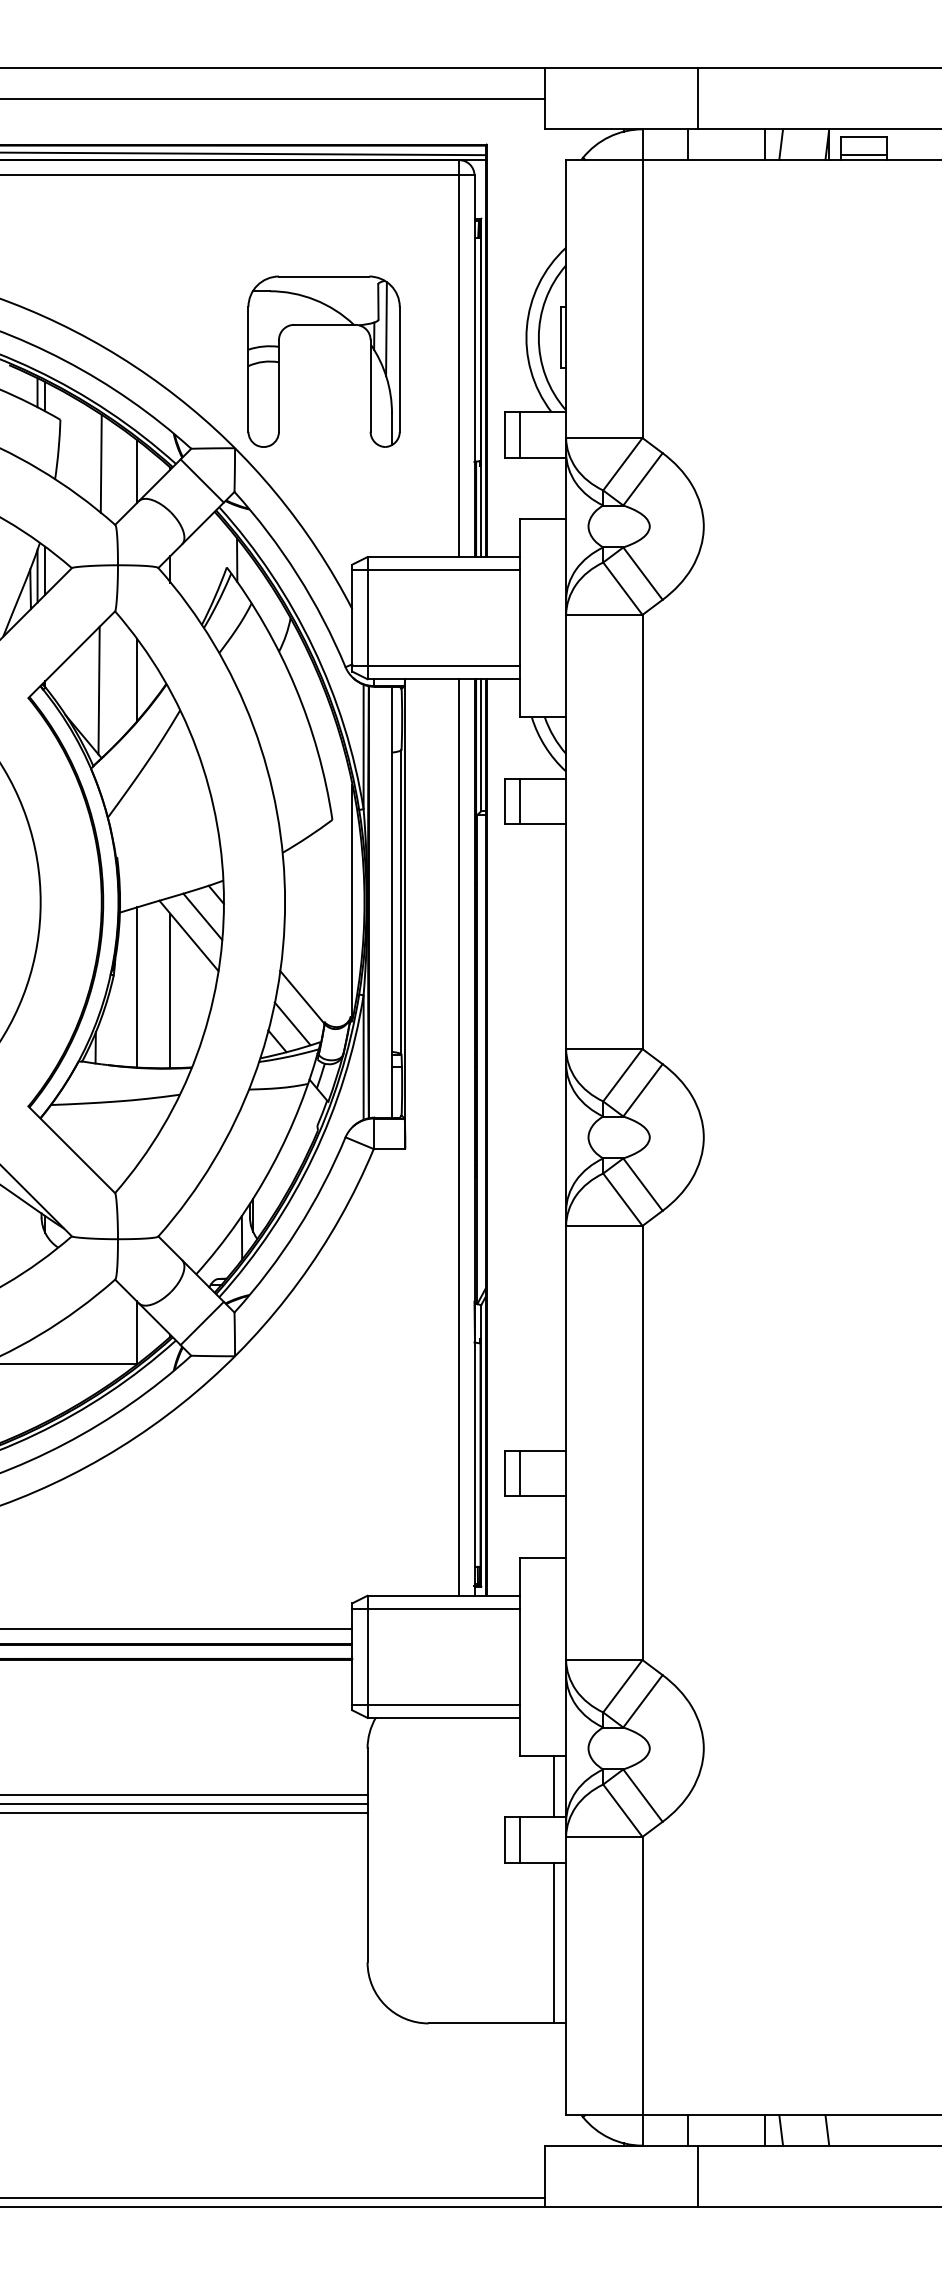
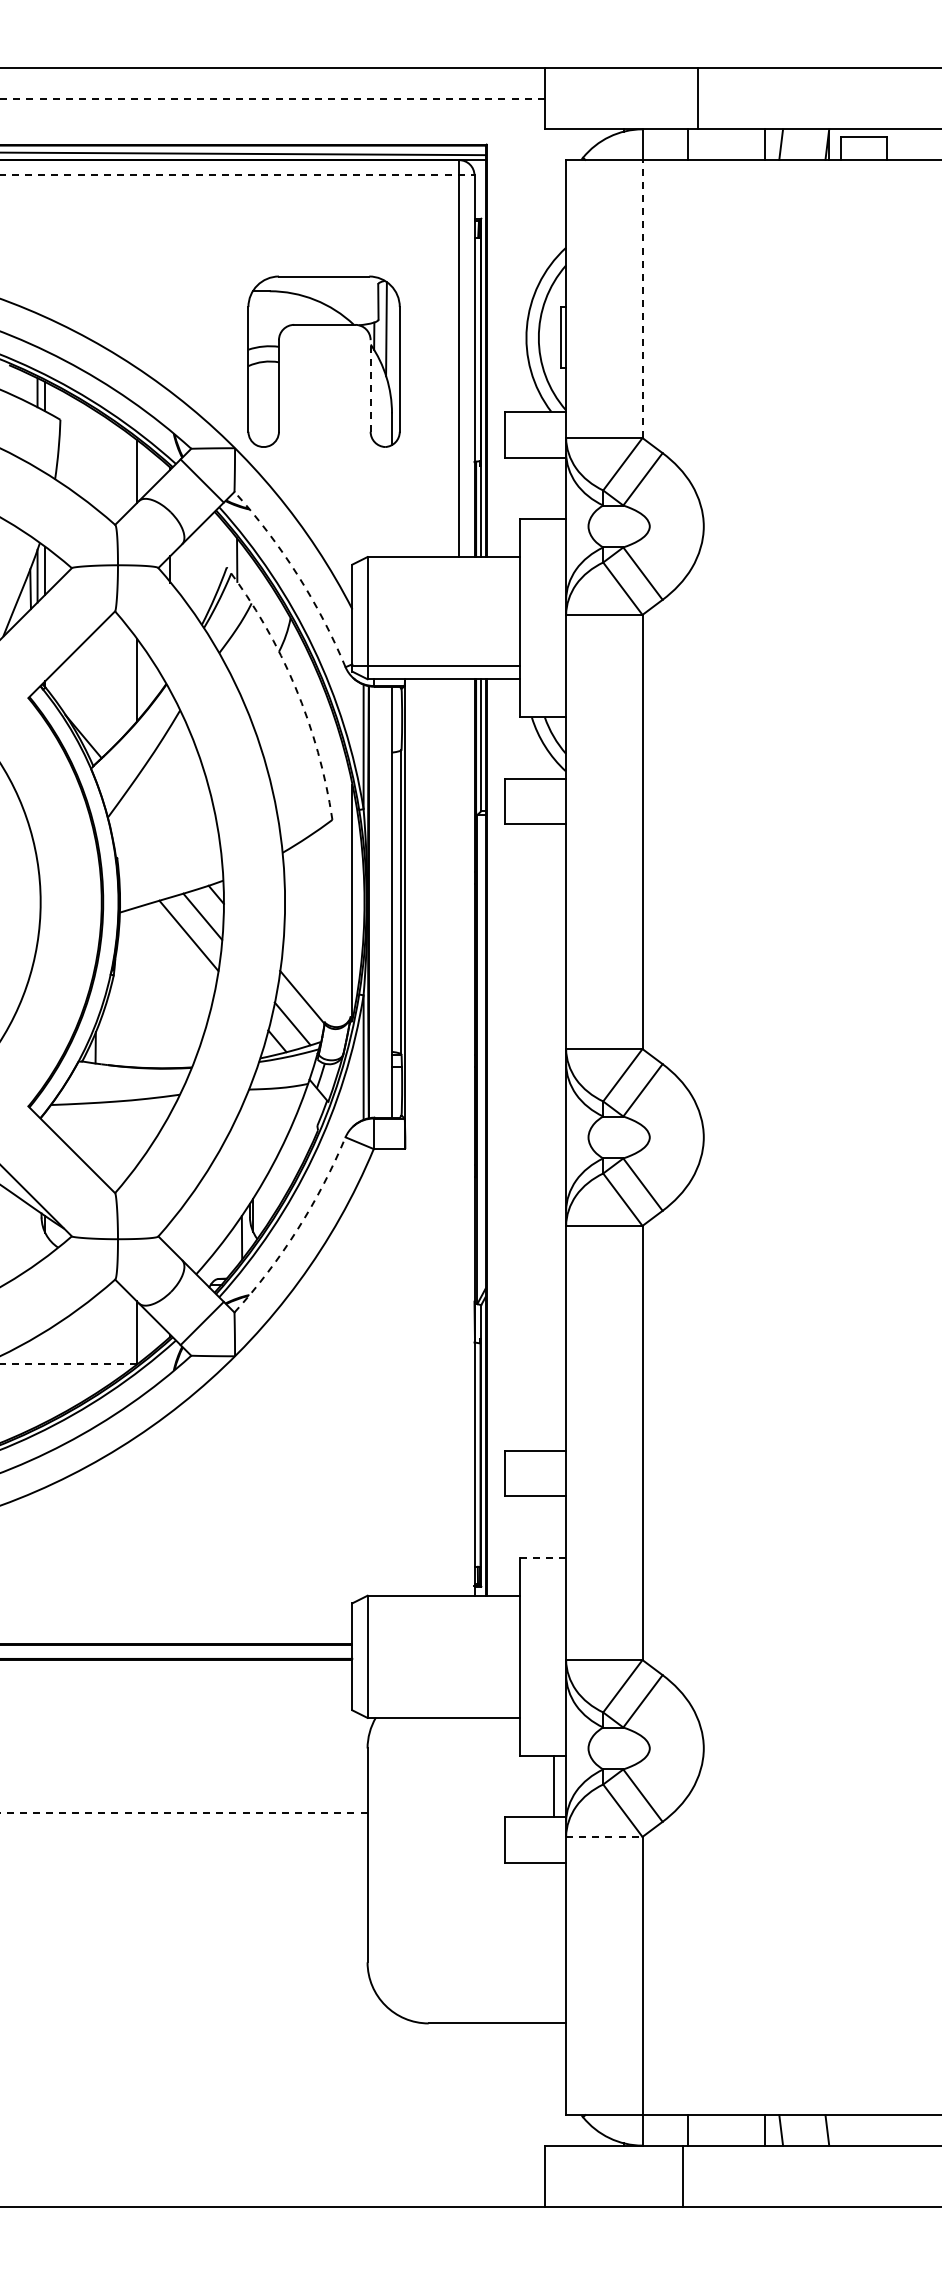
line at (272, 98): solid -> dashed
line at (863, 154): present -> none
line at (237, 175): solid -> dashed
line at (642, 298): solid -> dashed
line at (370, 385): solid -> dashed
line at (520, 434): present -> none
line at (100, 463): present -> none
line at (436, 570): present -> none
arc at (297, 574): solid -> dashed
arc at (295, 687): solid -> dashed
line at (98, 690): present -> none
line at (520, 801): present -> none
line at (136, 987): present -> none
line at (170, 990): present -> none
line at (459, 1137): present -> none
arc at (297, 1229): solid -> dashed
line at (68, 1364): solid -> dashed
line at (520, 1473): present -> none
line at (543, 1557): solid -> dashed
line at (436, 1608): present -> none
line at (177, 1629): present -> none
line at (436, 1704): present -> none
line at (184, 1794): present -> none
line at (184, 1803): present -> none
line at (183, 1812): solid -> dashed
line at (604, 1836): solid -> dashed
line at (520, 1840): present -> none
line at (553, 1943): present -> none
line at (697, 2175) position: (697, 2175) -> (682, 2175)
line at (273, 2197): present -> none
